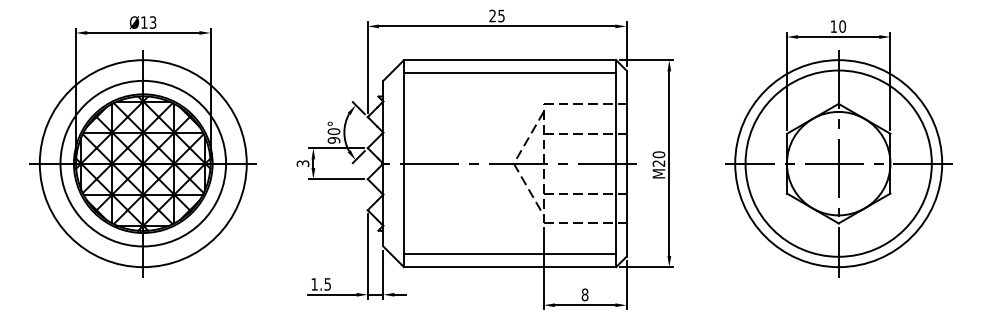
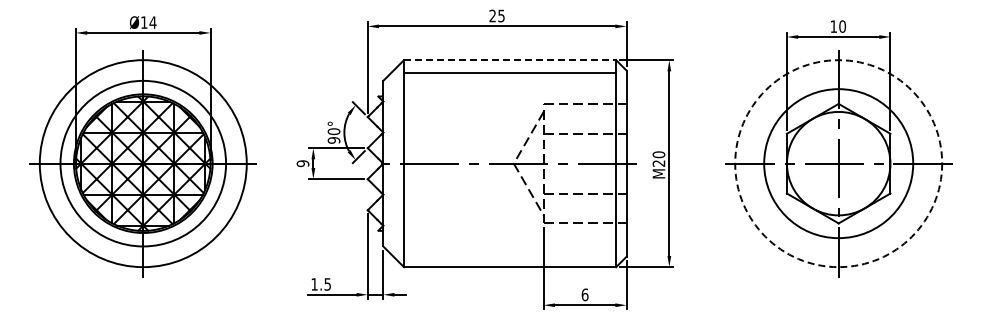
text at (152, 22): Ø13 -> Ø14
line at (510, 60): solid -> dashed
text at (302, 163): 3 -> 9
circle at (838, 163) diameter: 186 px -> 149 px
circle at (838, 163): solid -> dashed
line at (510, 254): present -> none
text at (584, 294): 8 -> 6
